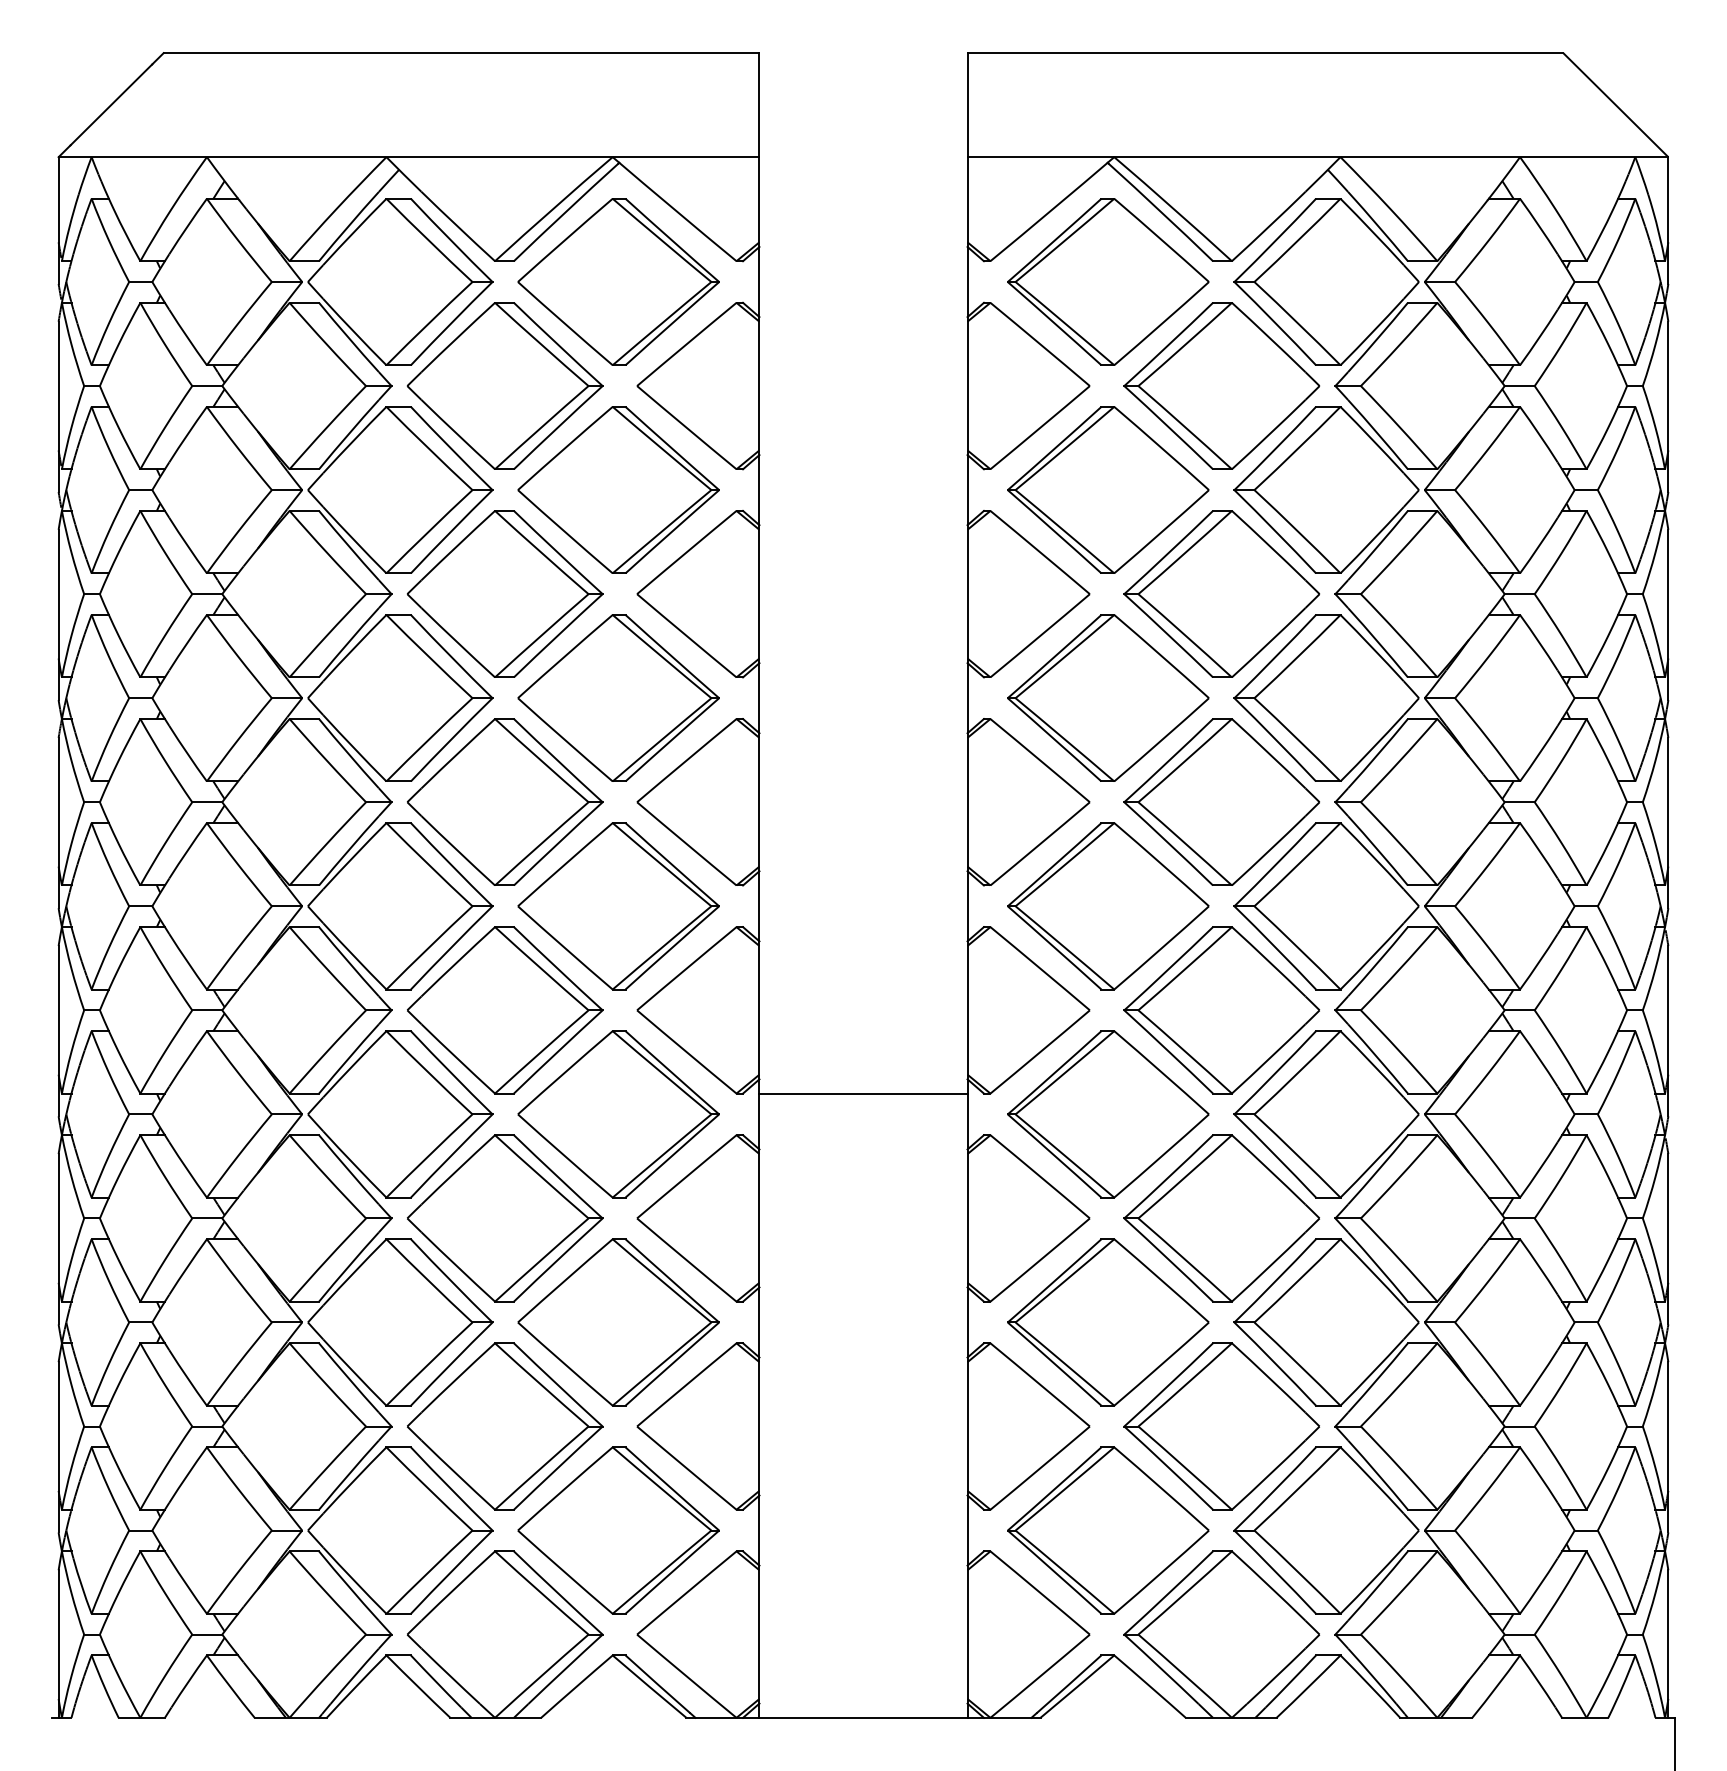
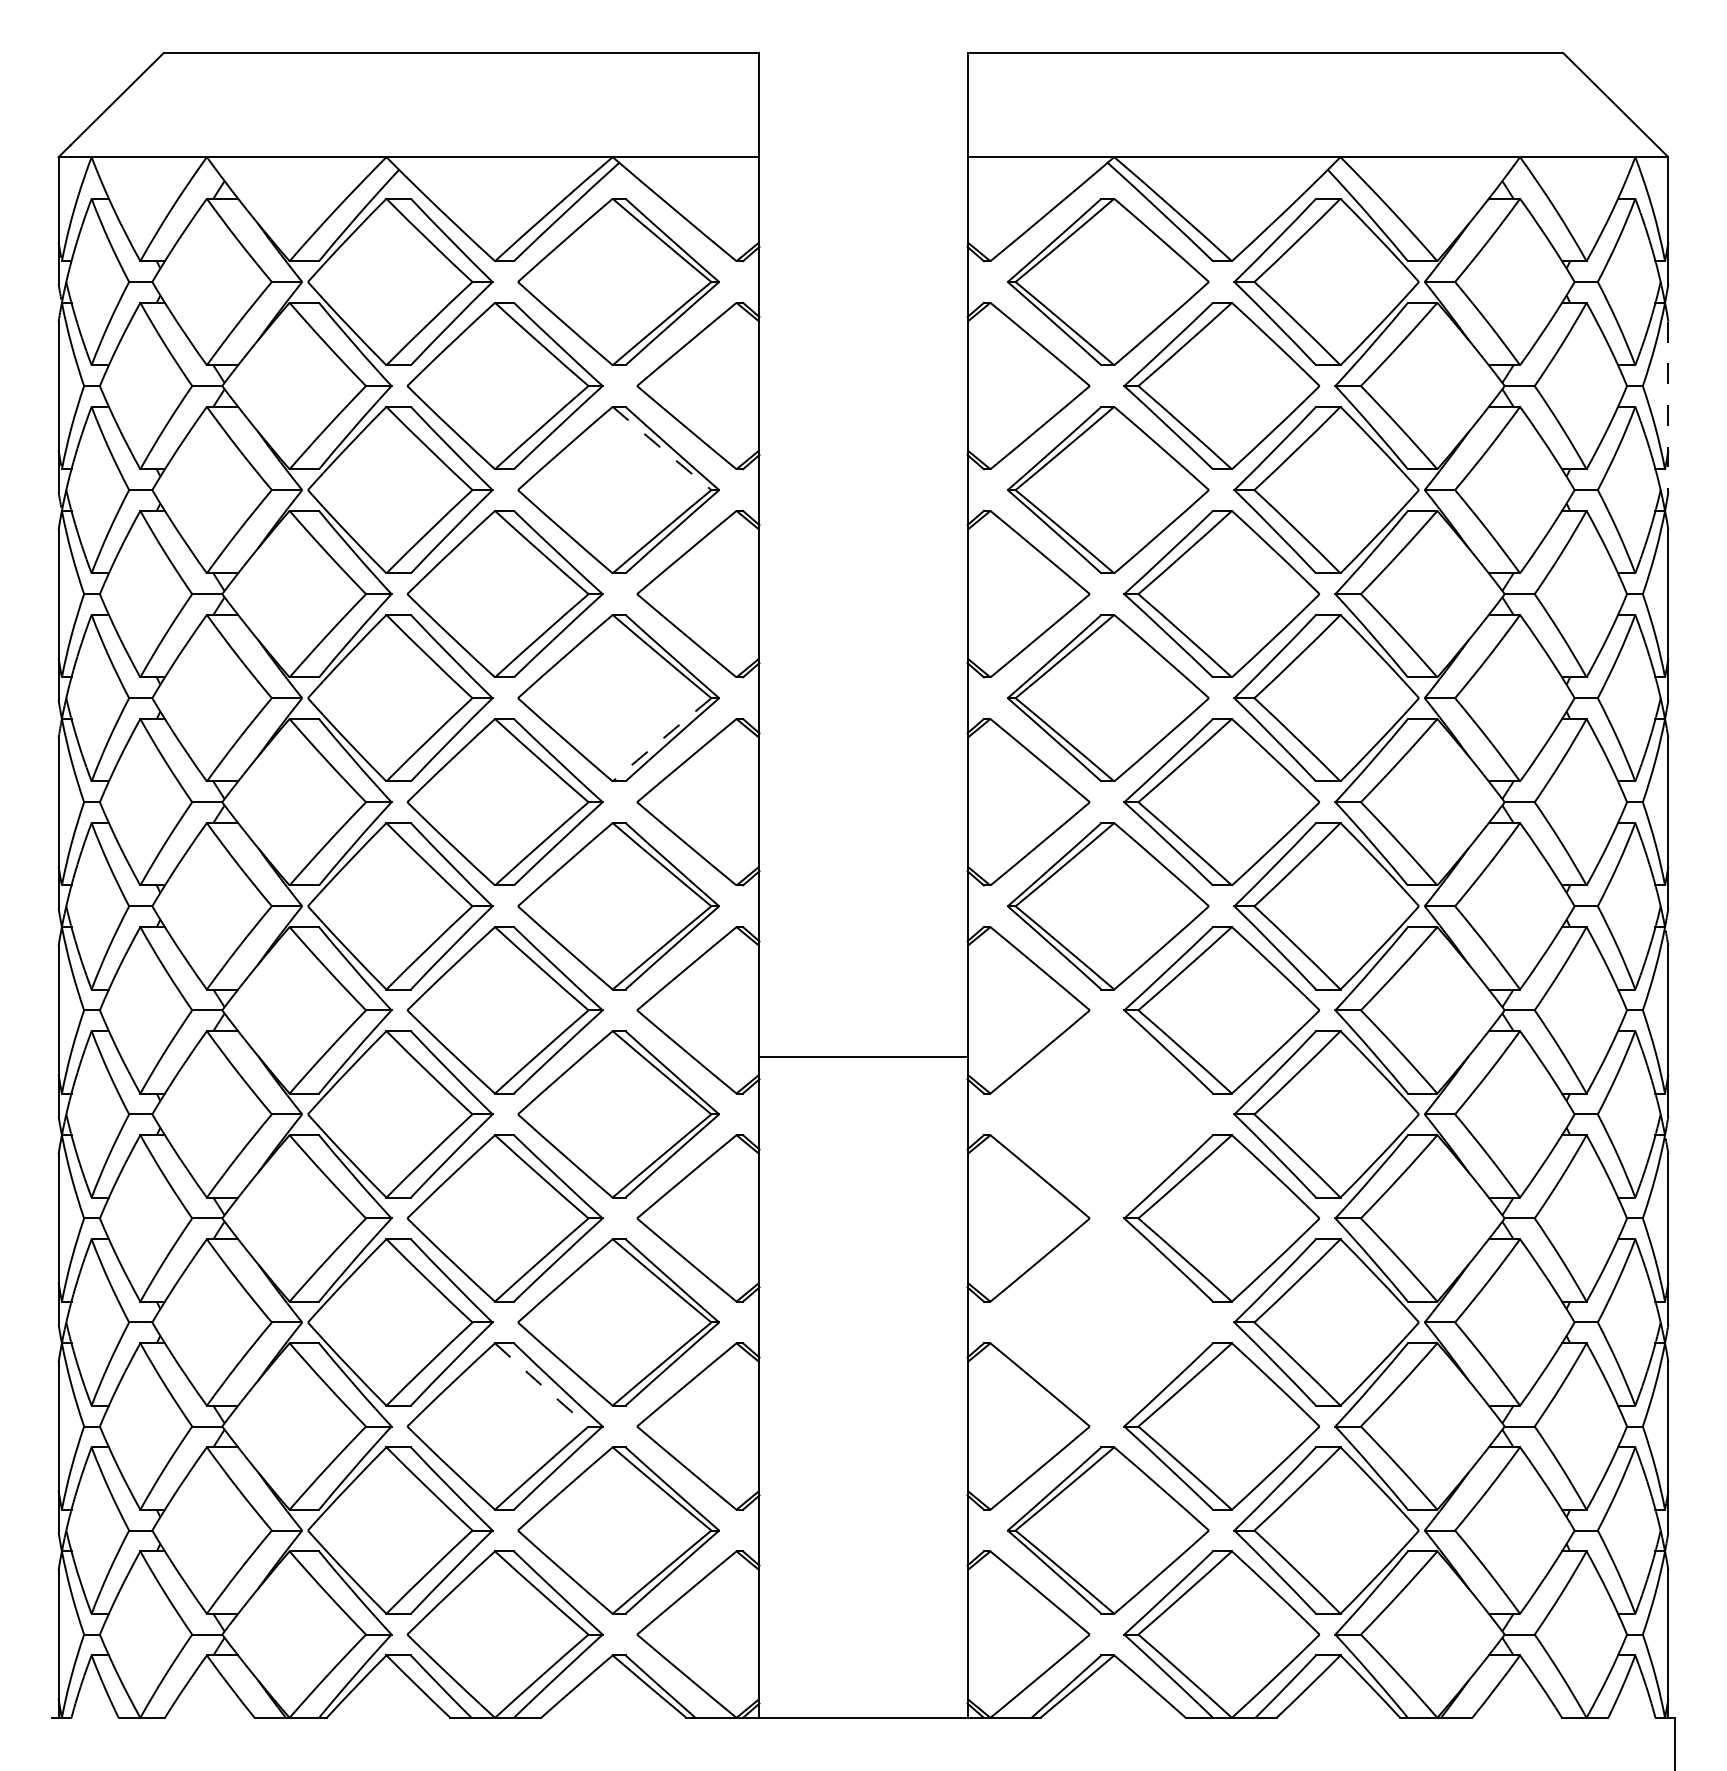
line at (1668, 407): solid -> dashed
arc at (661, 448): solid -> dashed
arc at (661, 739): solid -> dashed
line at (863, 1093) position: (863, 1093) -> (863, 1056)
part at (1108, 1114): present -> none
part at (1108, 1322): present -> none
arc at (541, 1385): solid -> dashed
